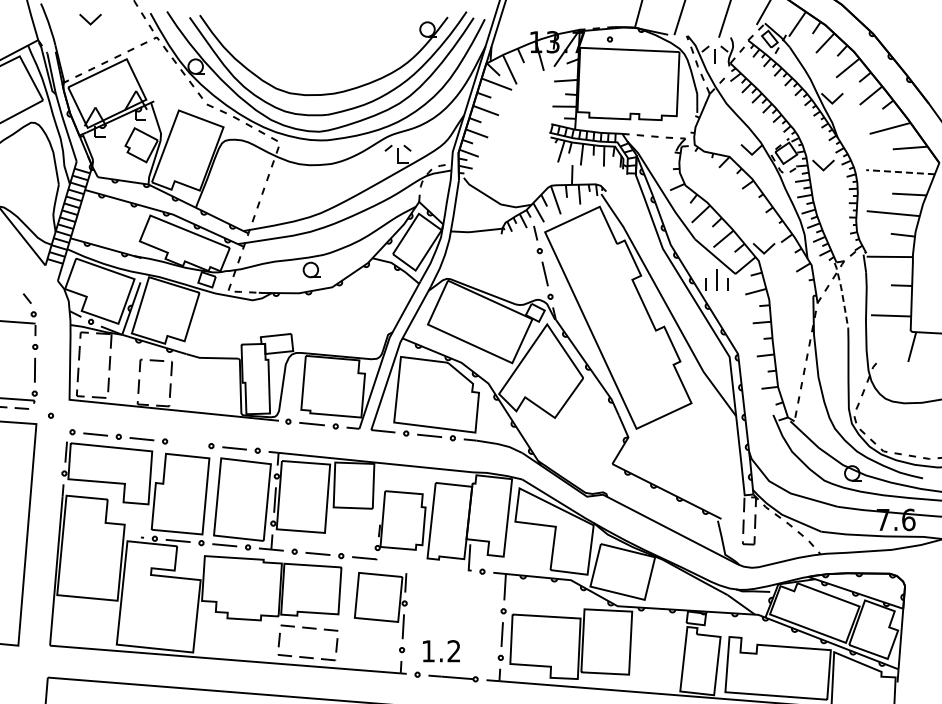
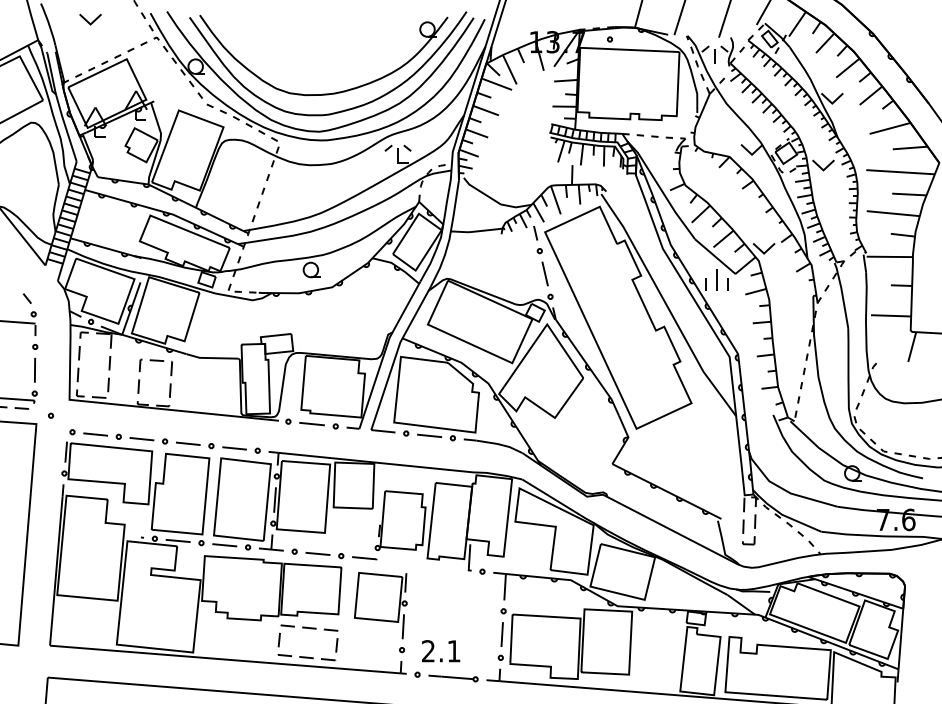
line at (900, 172): dashed -> solid
line at (842, 293): dashed -> solid
line at (188, 443): none -> present
text at (441, 651): 1.2 -> 2.1
